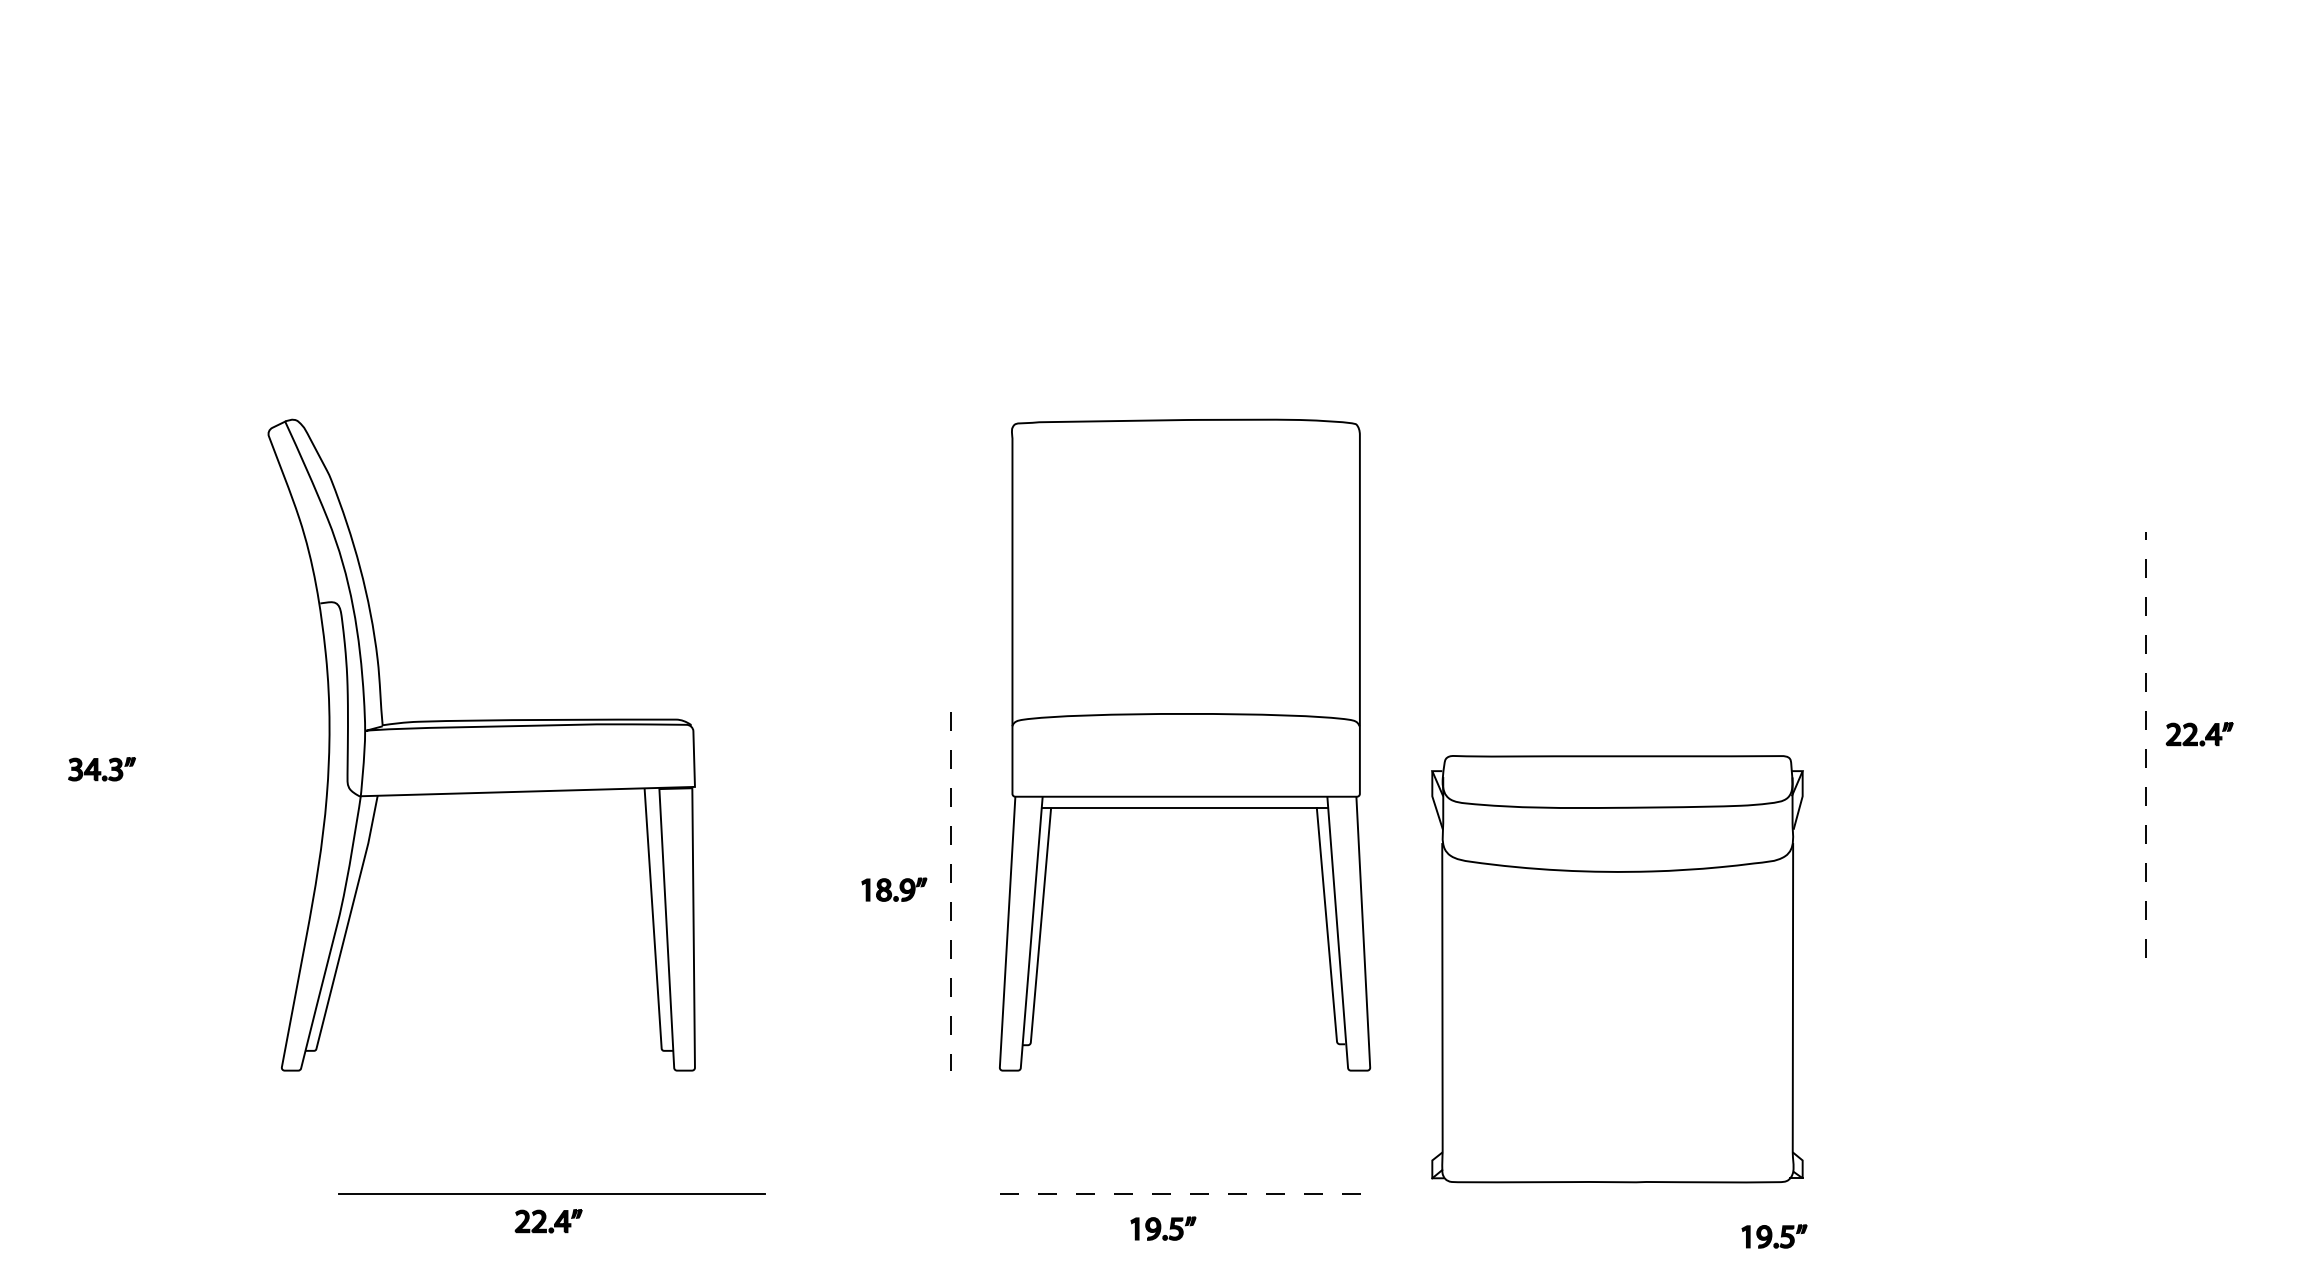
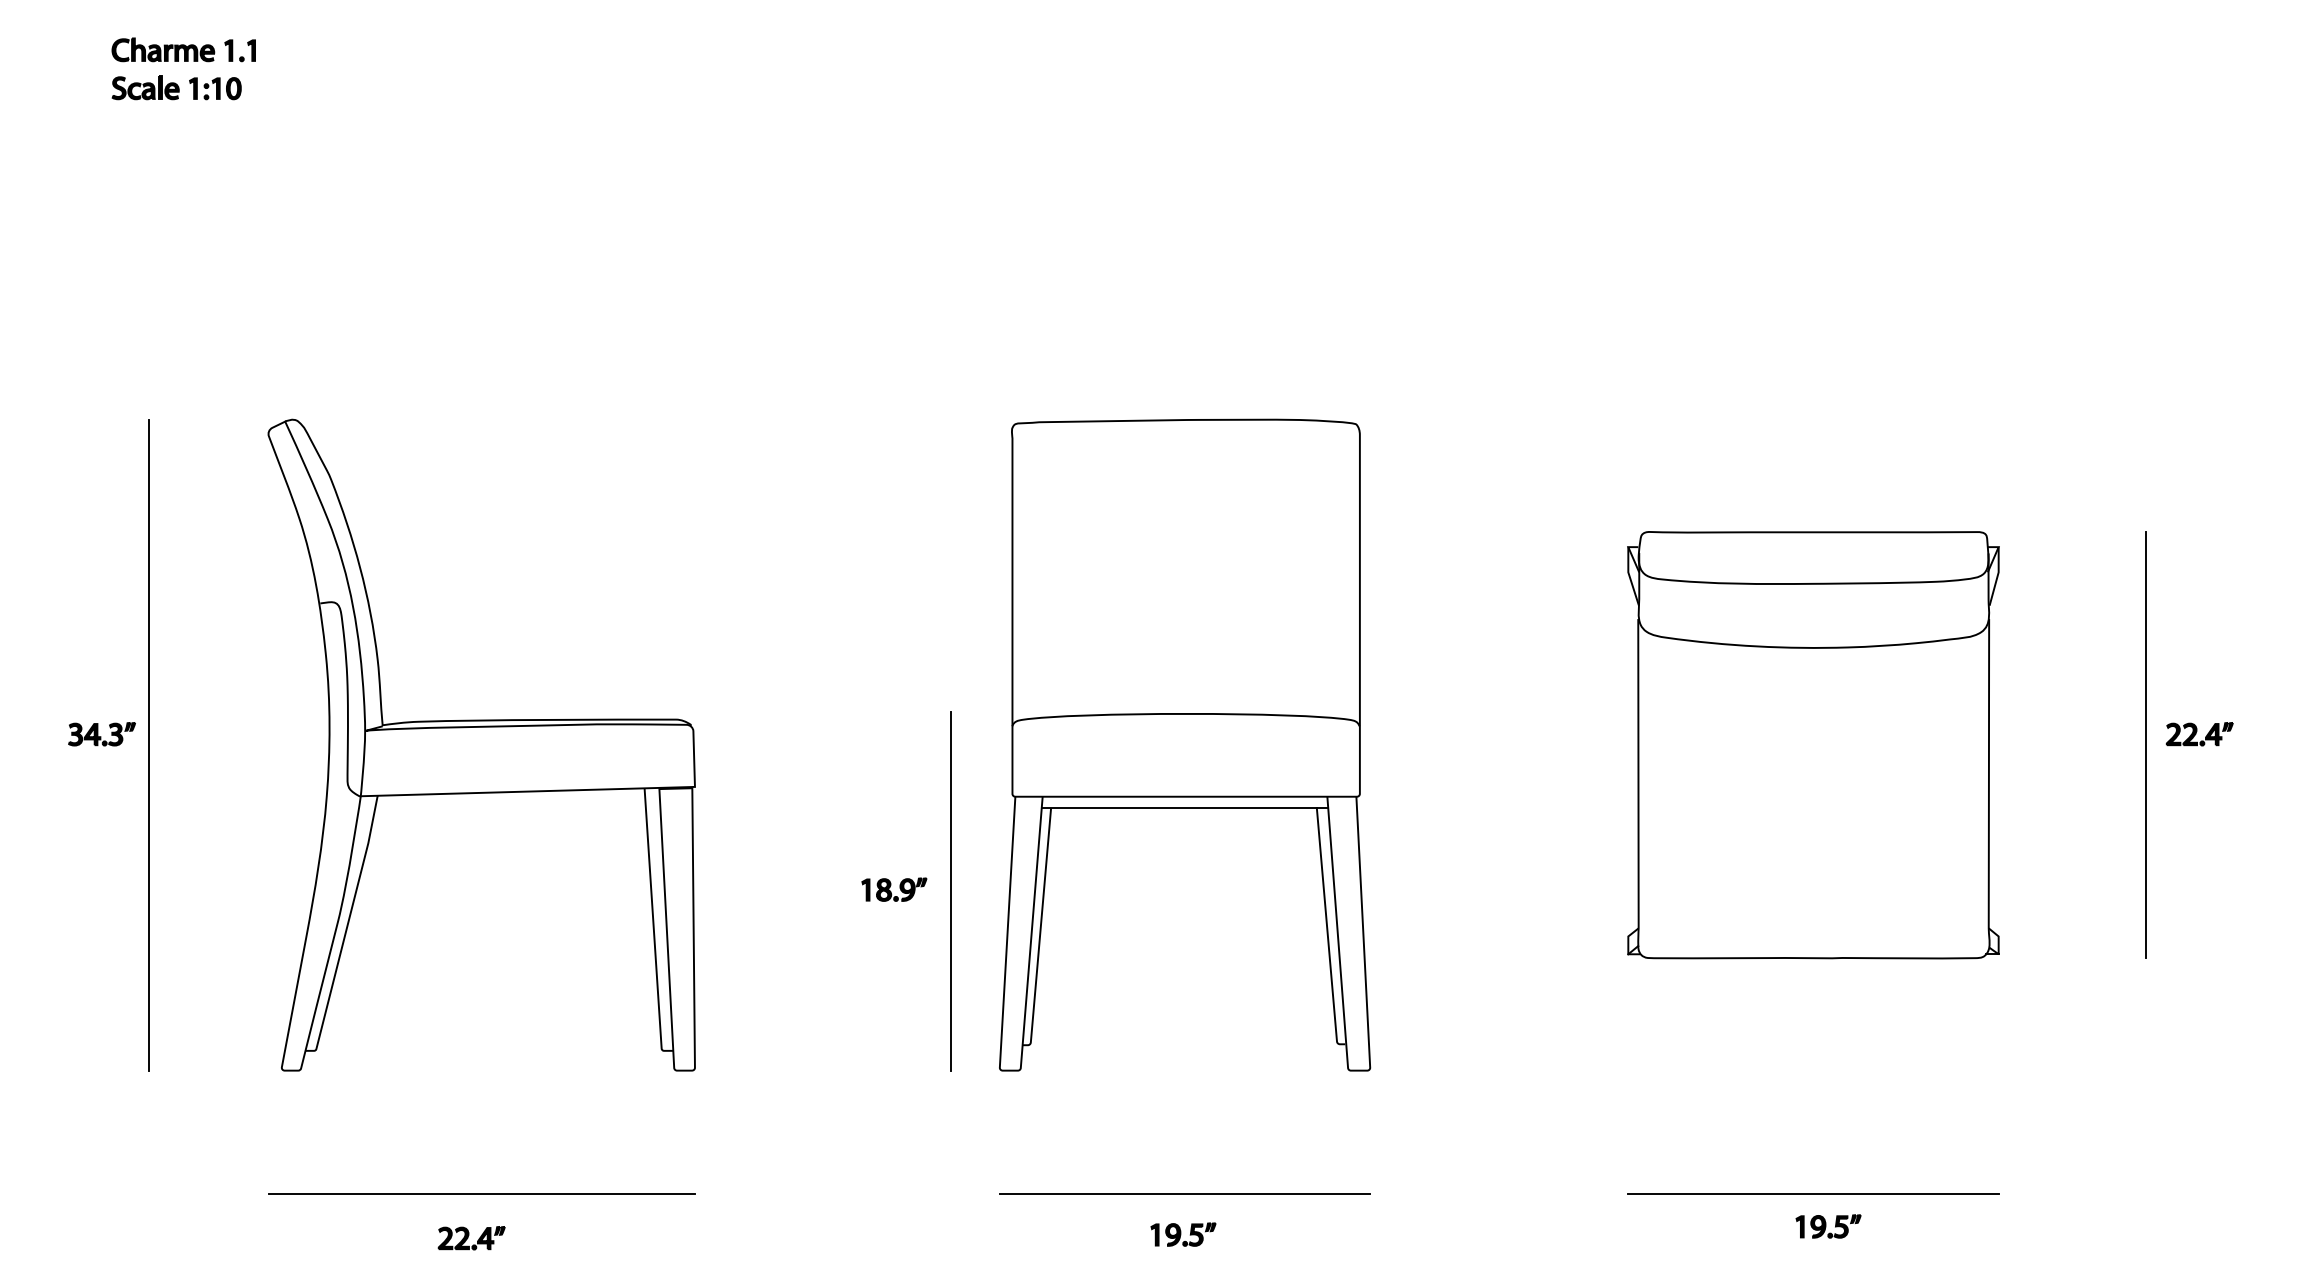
part at (184, 61): none -> present
line at (148, 744): none -> present
line at (2146, 744): dashed -> solid
part at (101, 769) position: (101, 769) -> (101, 734)
line at (950, 891): dashed -> solid
part at (1617, 969) position: (1617, 969) -> (1813, 745)
line at (551, 1193) position: (551, 1193) -> (481, 1193)
line at (1185, 1194): dashed -> solid
line at (1813, 1194): none -> present
part at (548, 1221) position: (548, 1221) -> (471, 1238)
part at (1163, 1228) position: (1163, 1228) -> (1183, 1234)
part at (1774, 1236) position: (1774, 1236) -> (1828, 1226)
